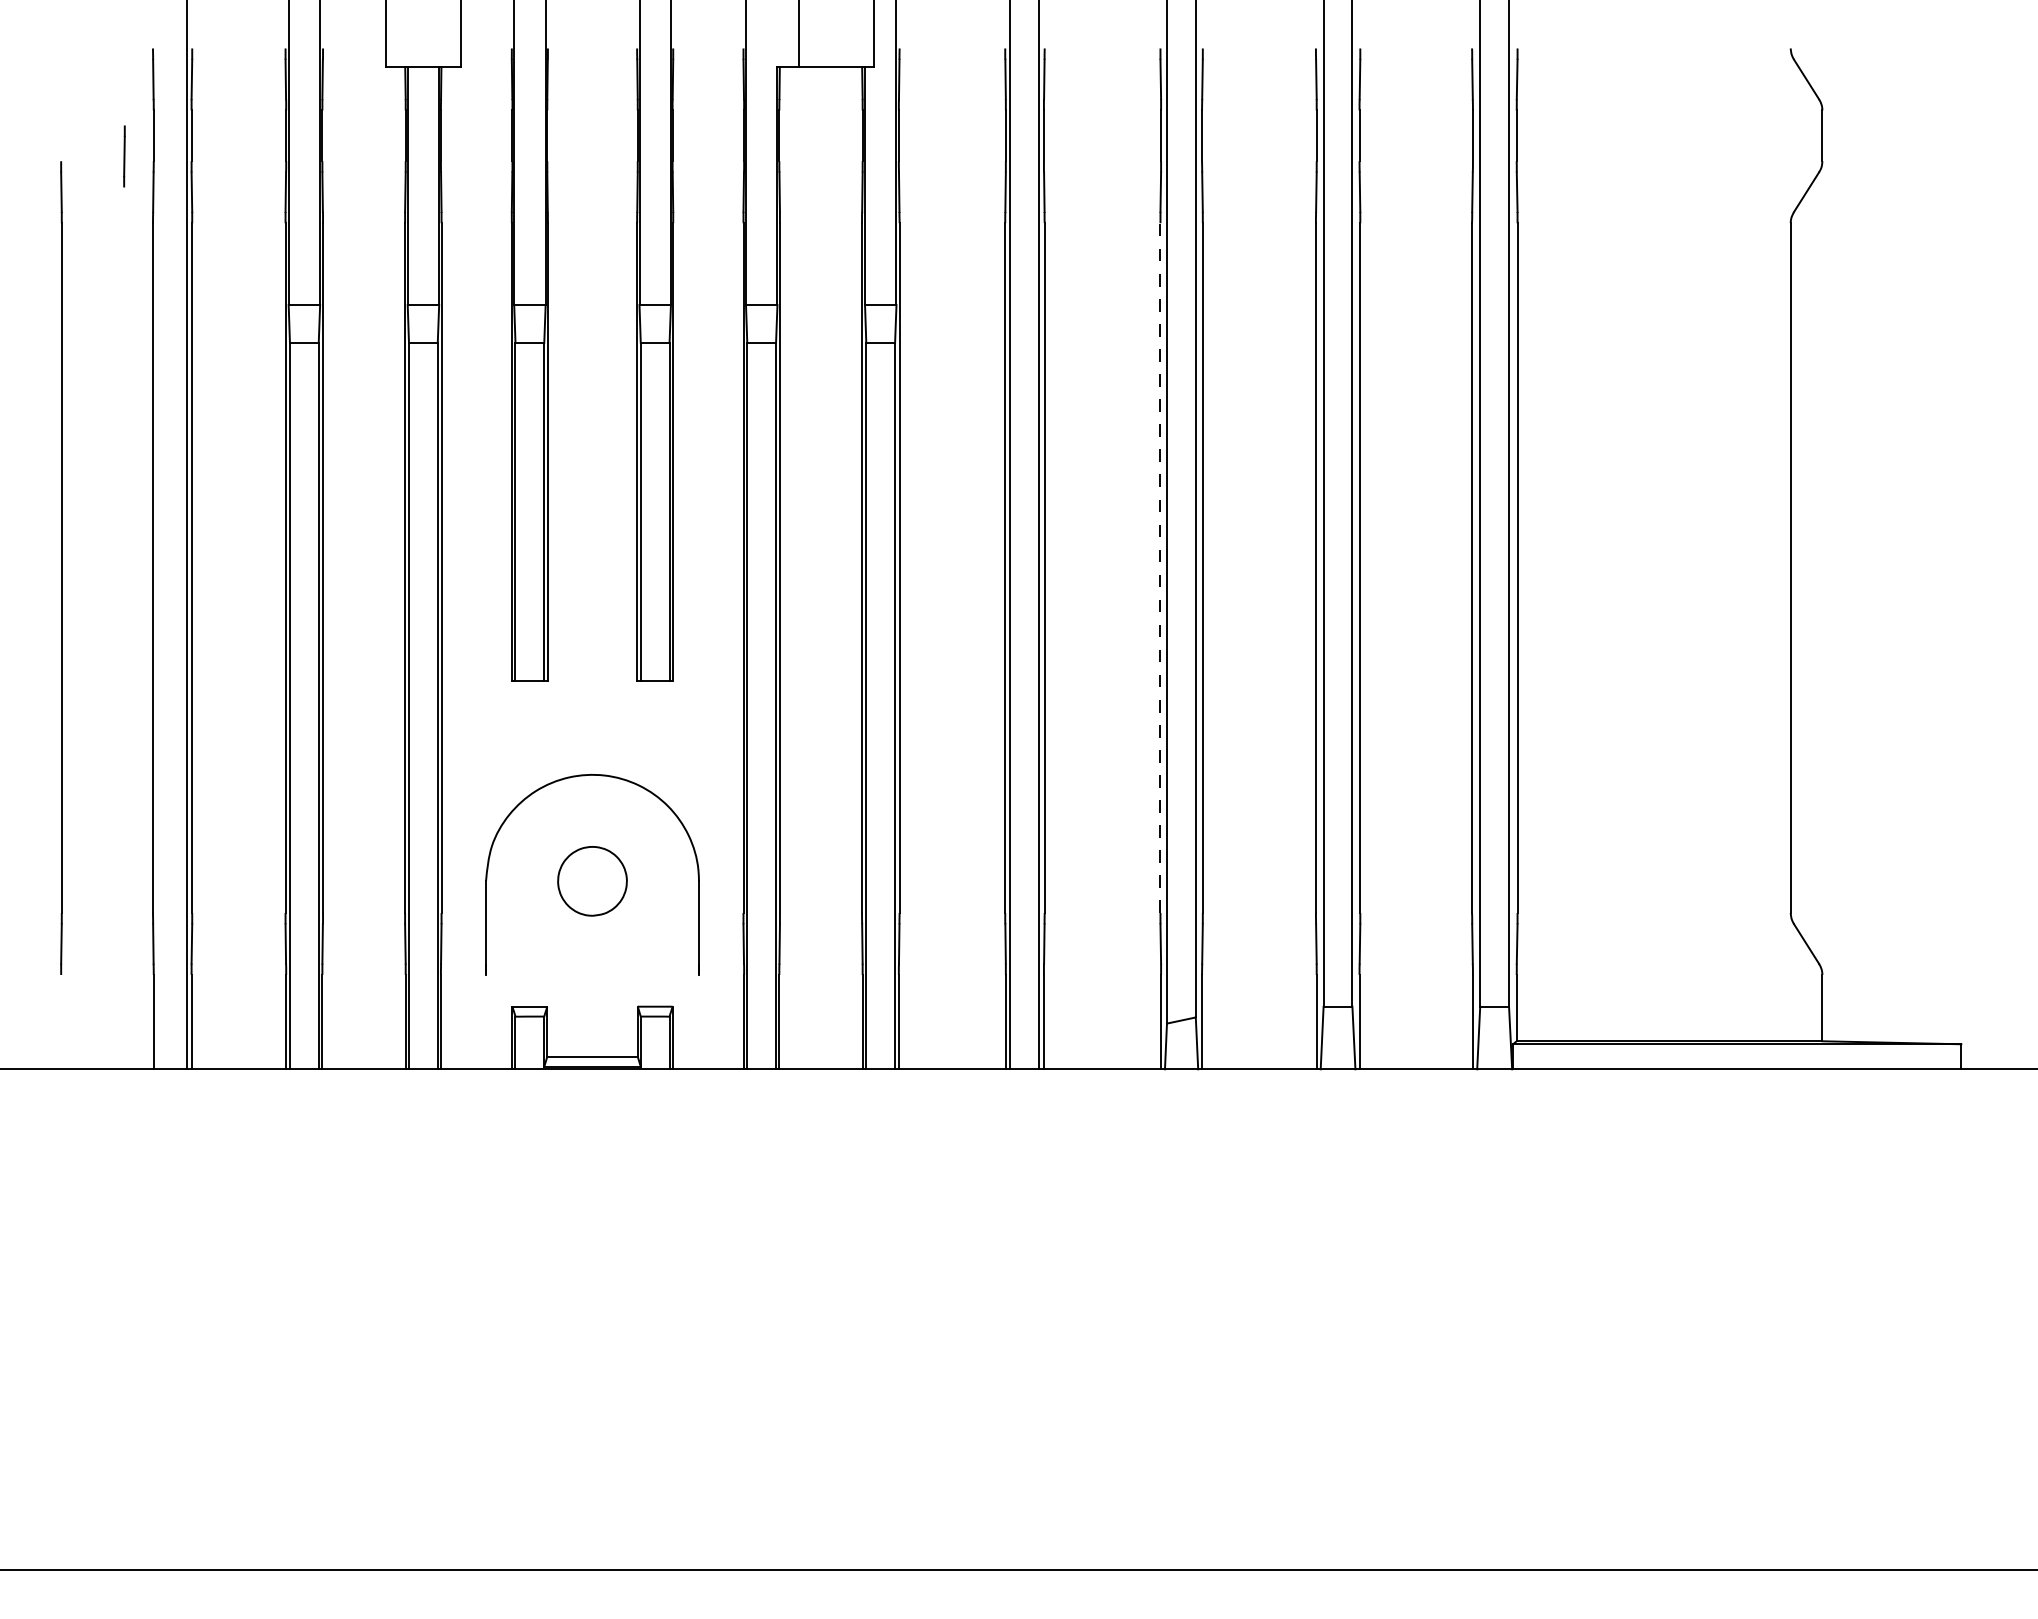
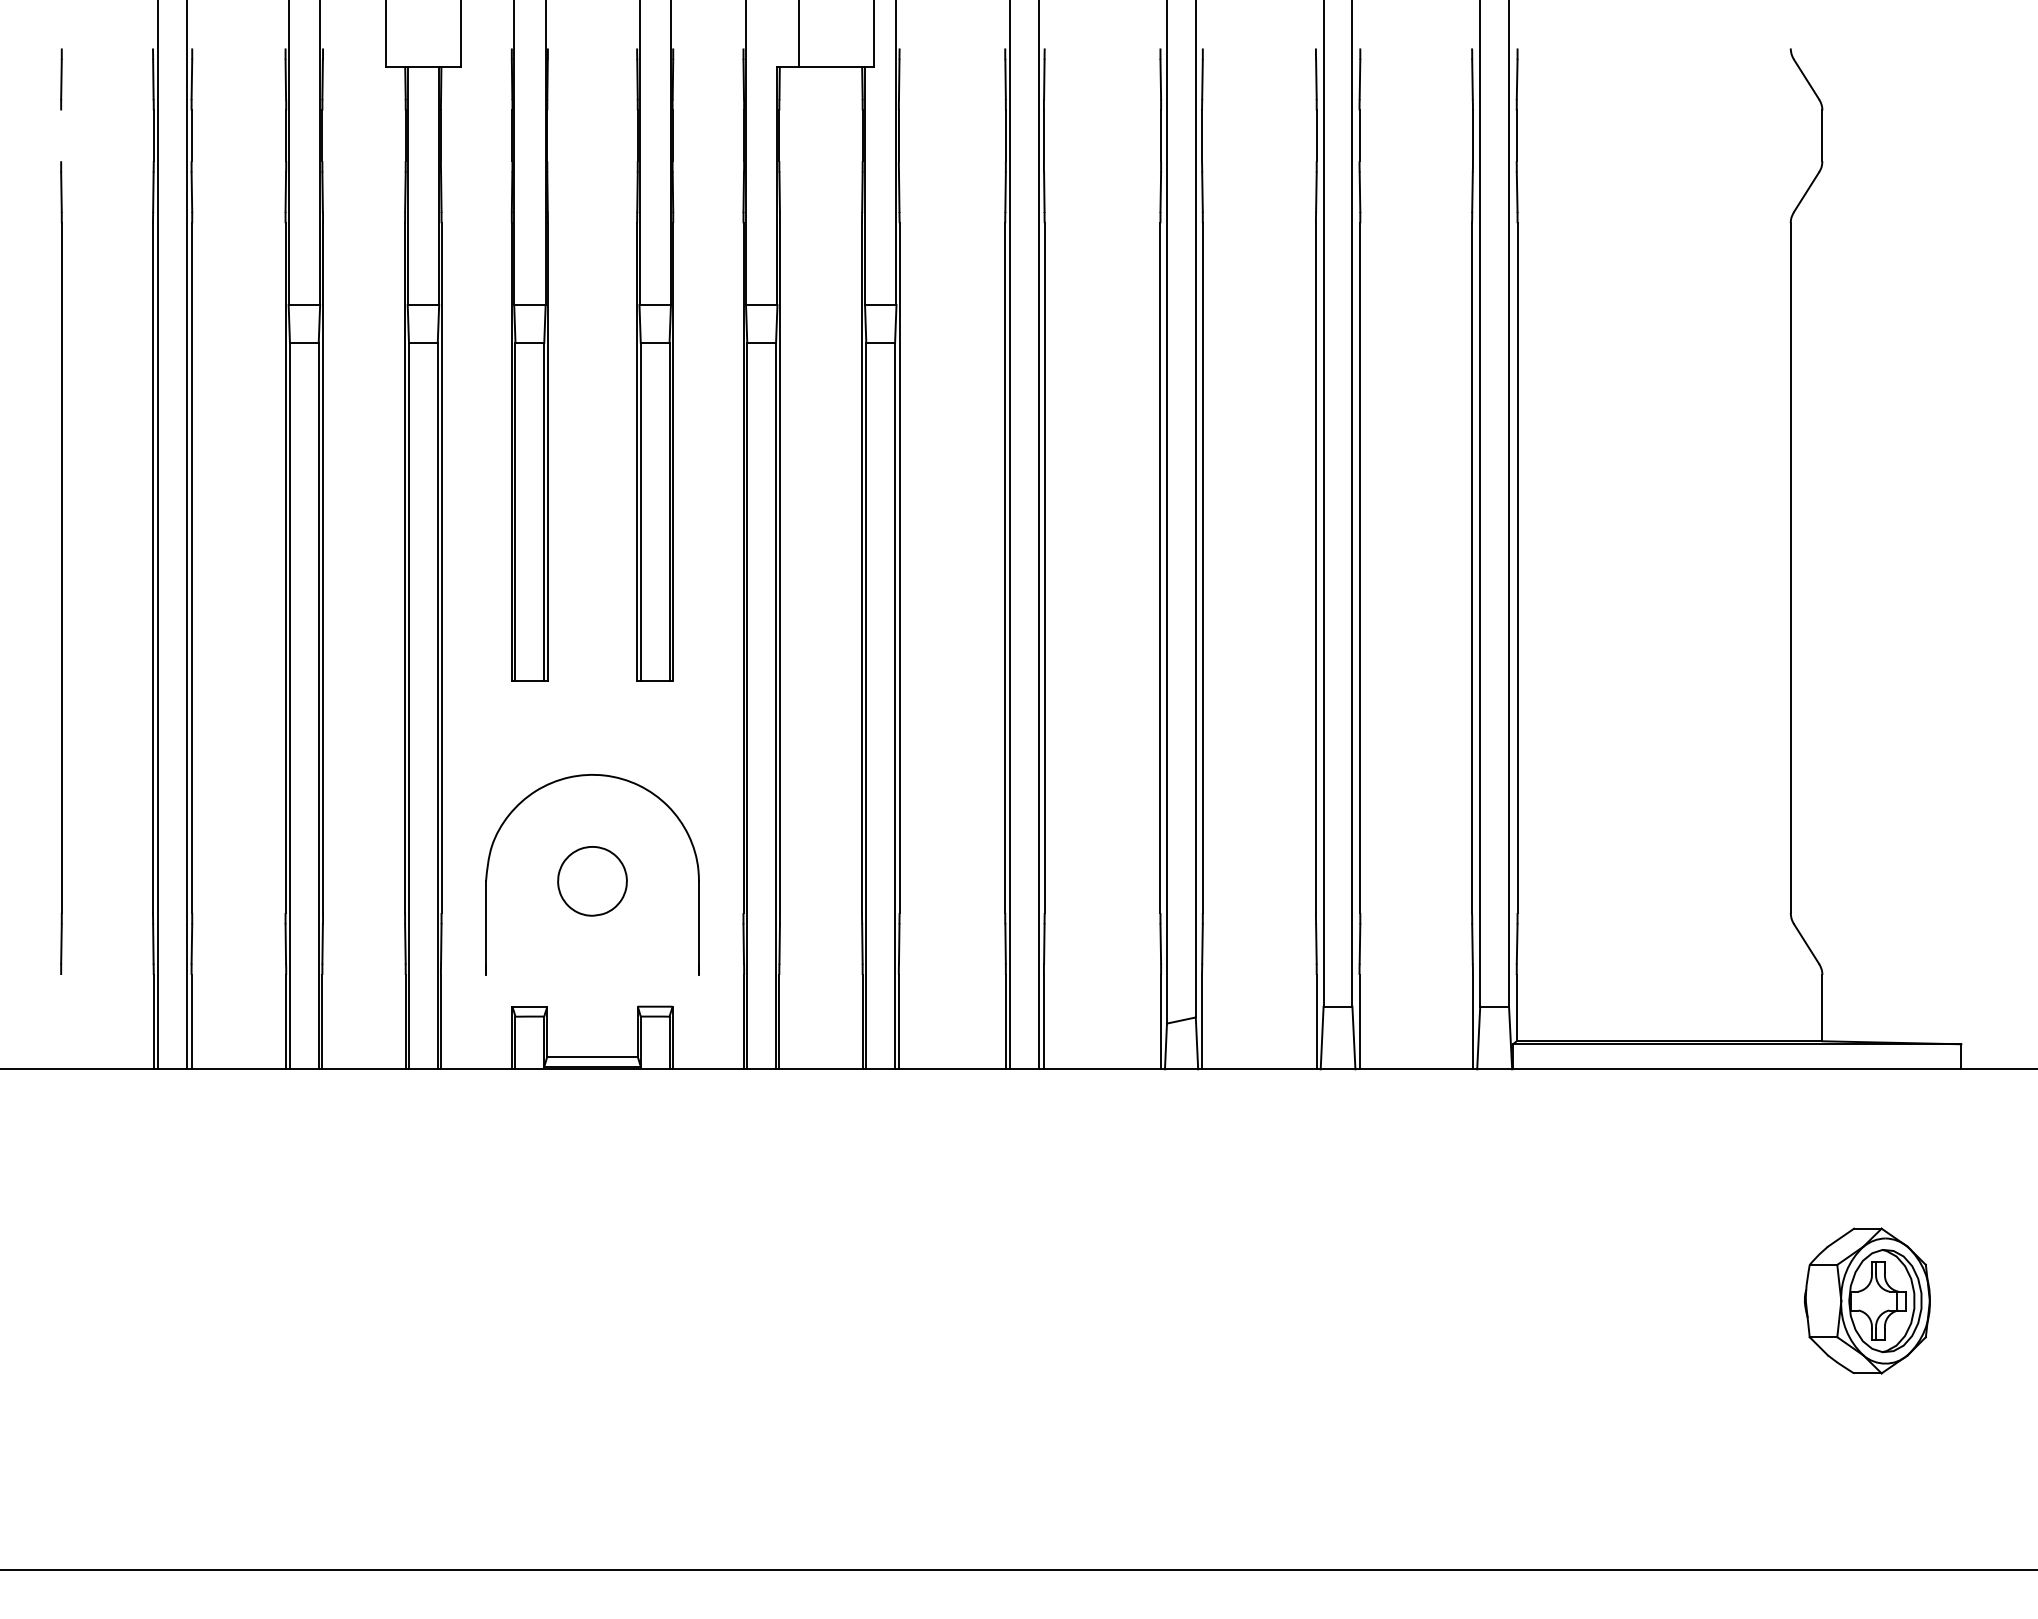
line at (124, 156) position: (124, 156) -> (61, 79)
line at (158, 535): none -> present
line at (1160, 568): dashed -> solid
part at (1867, 1300): none -> present
